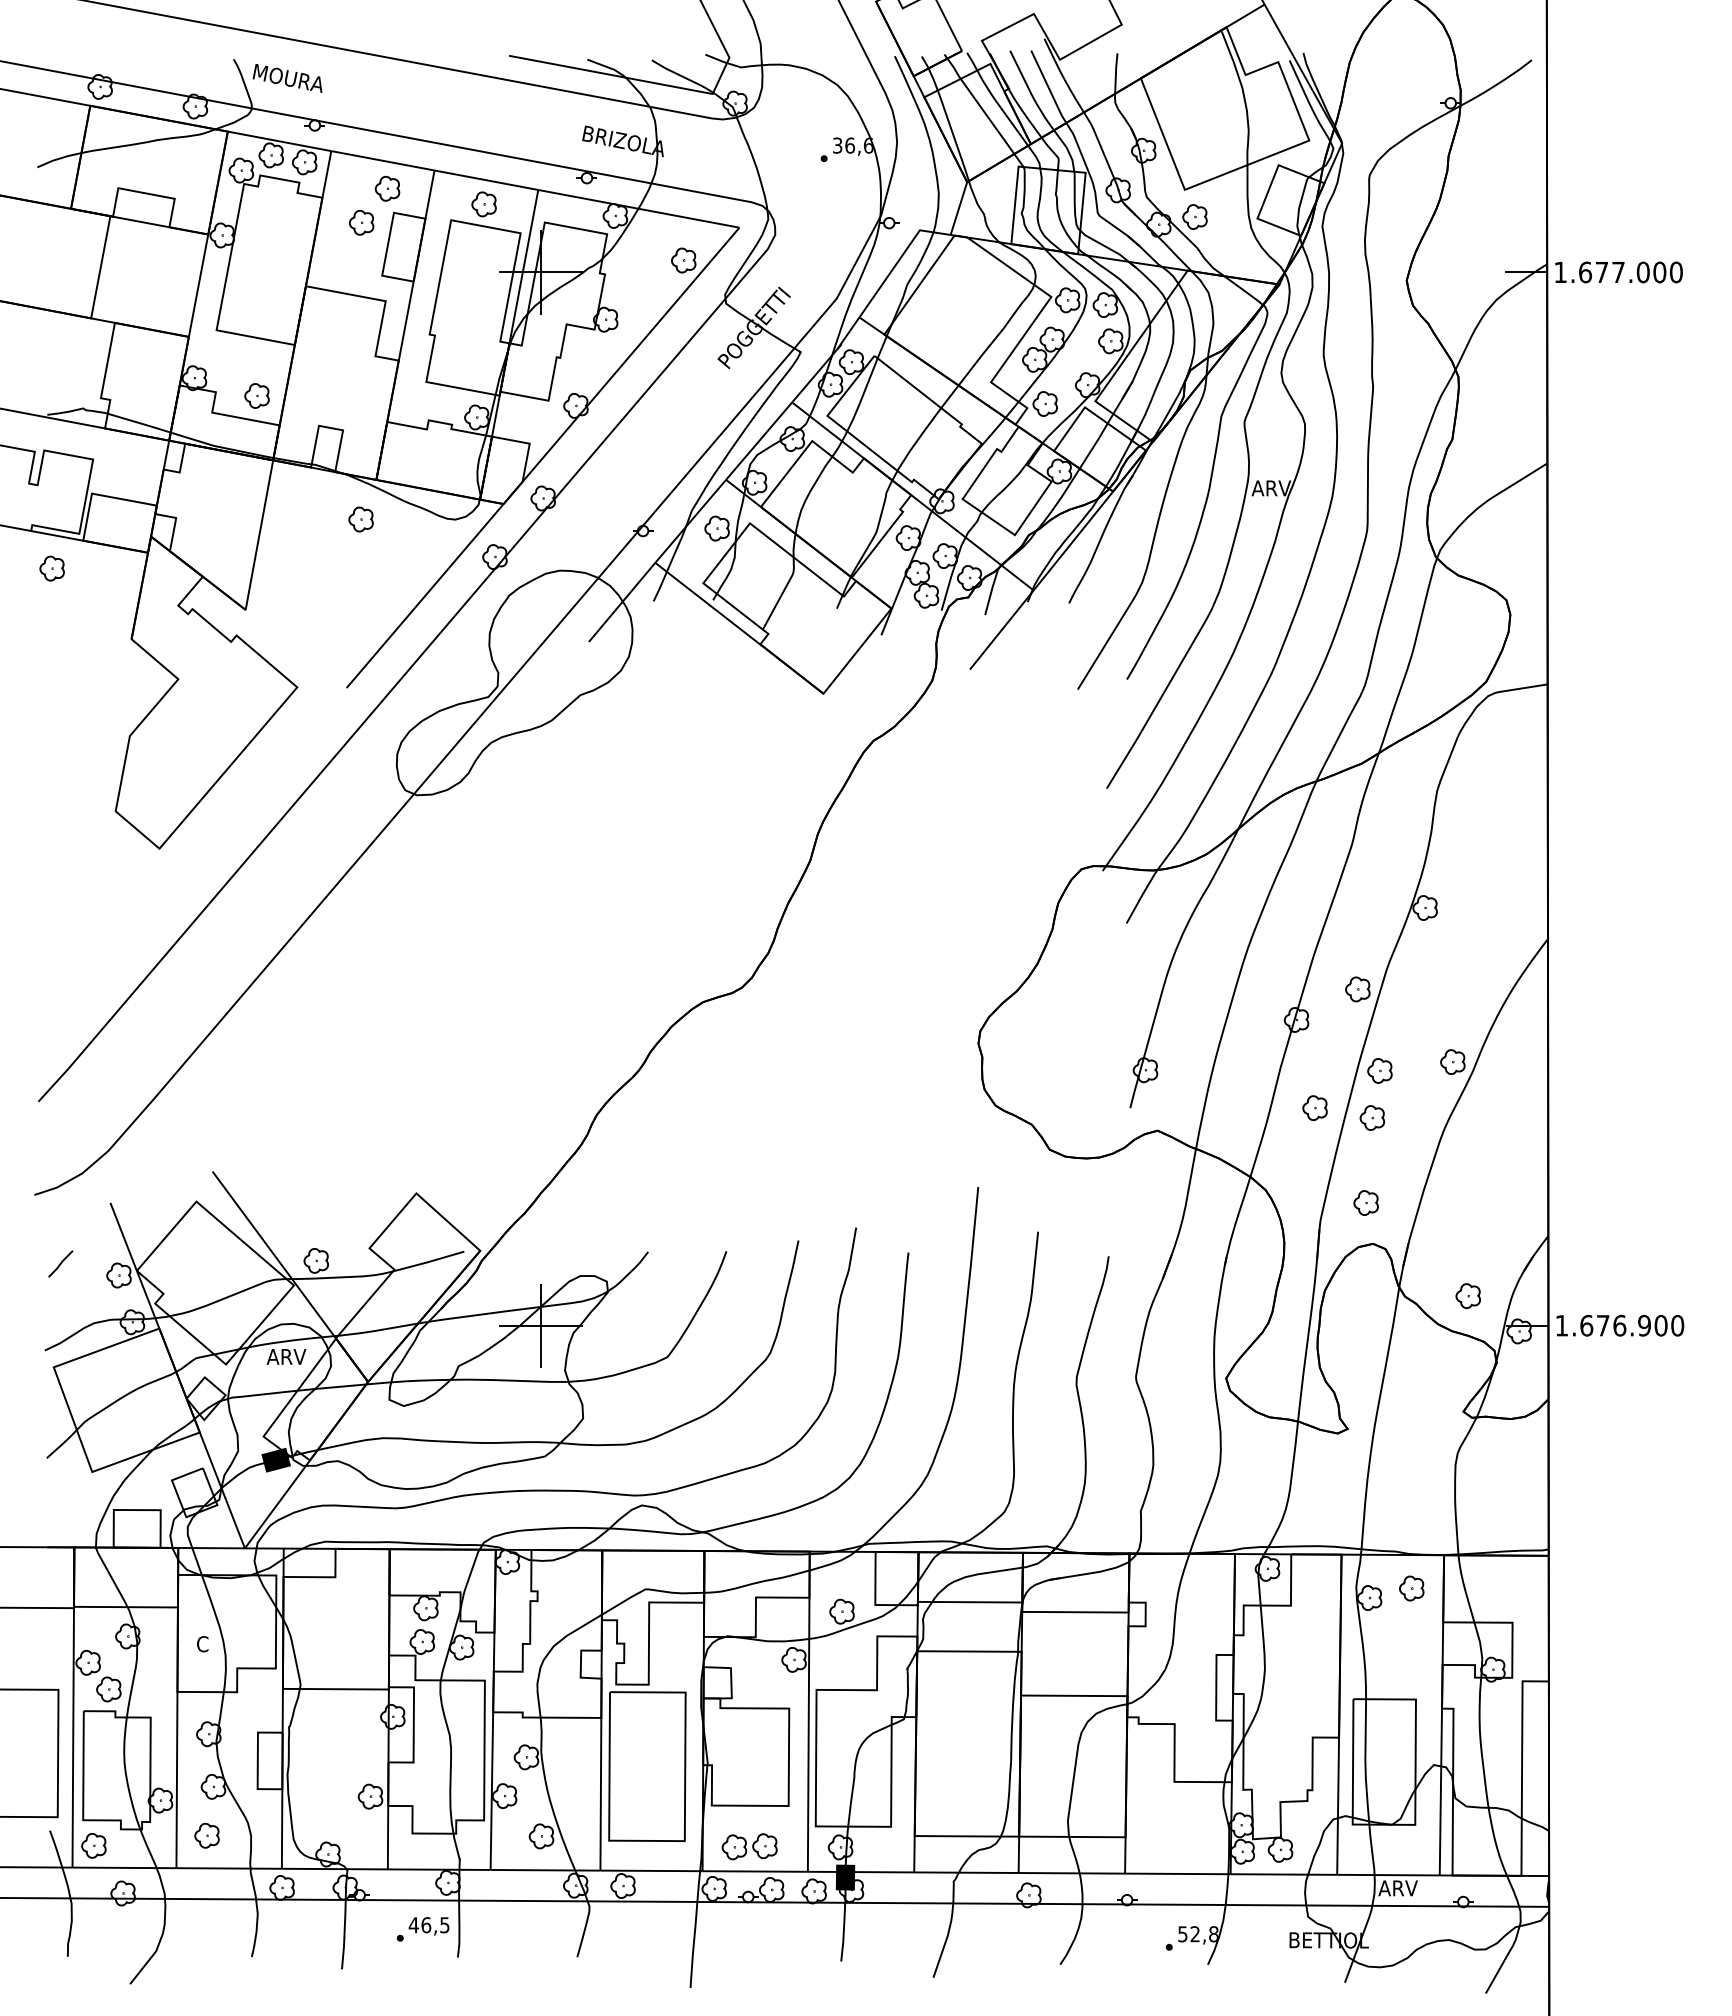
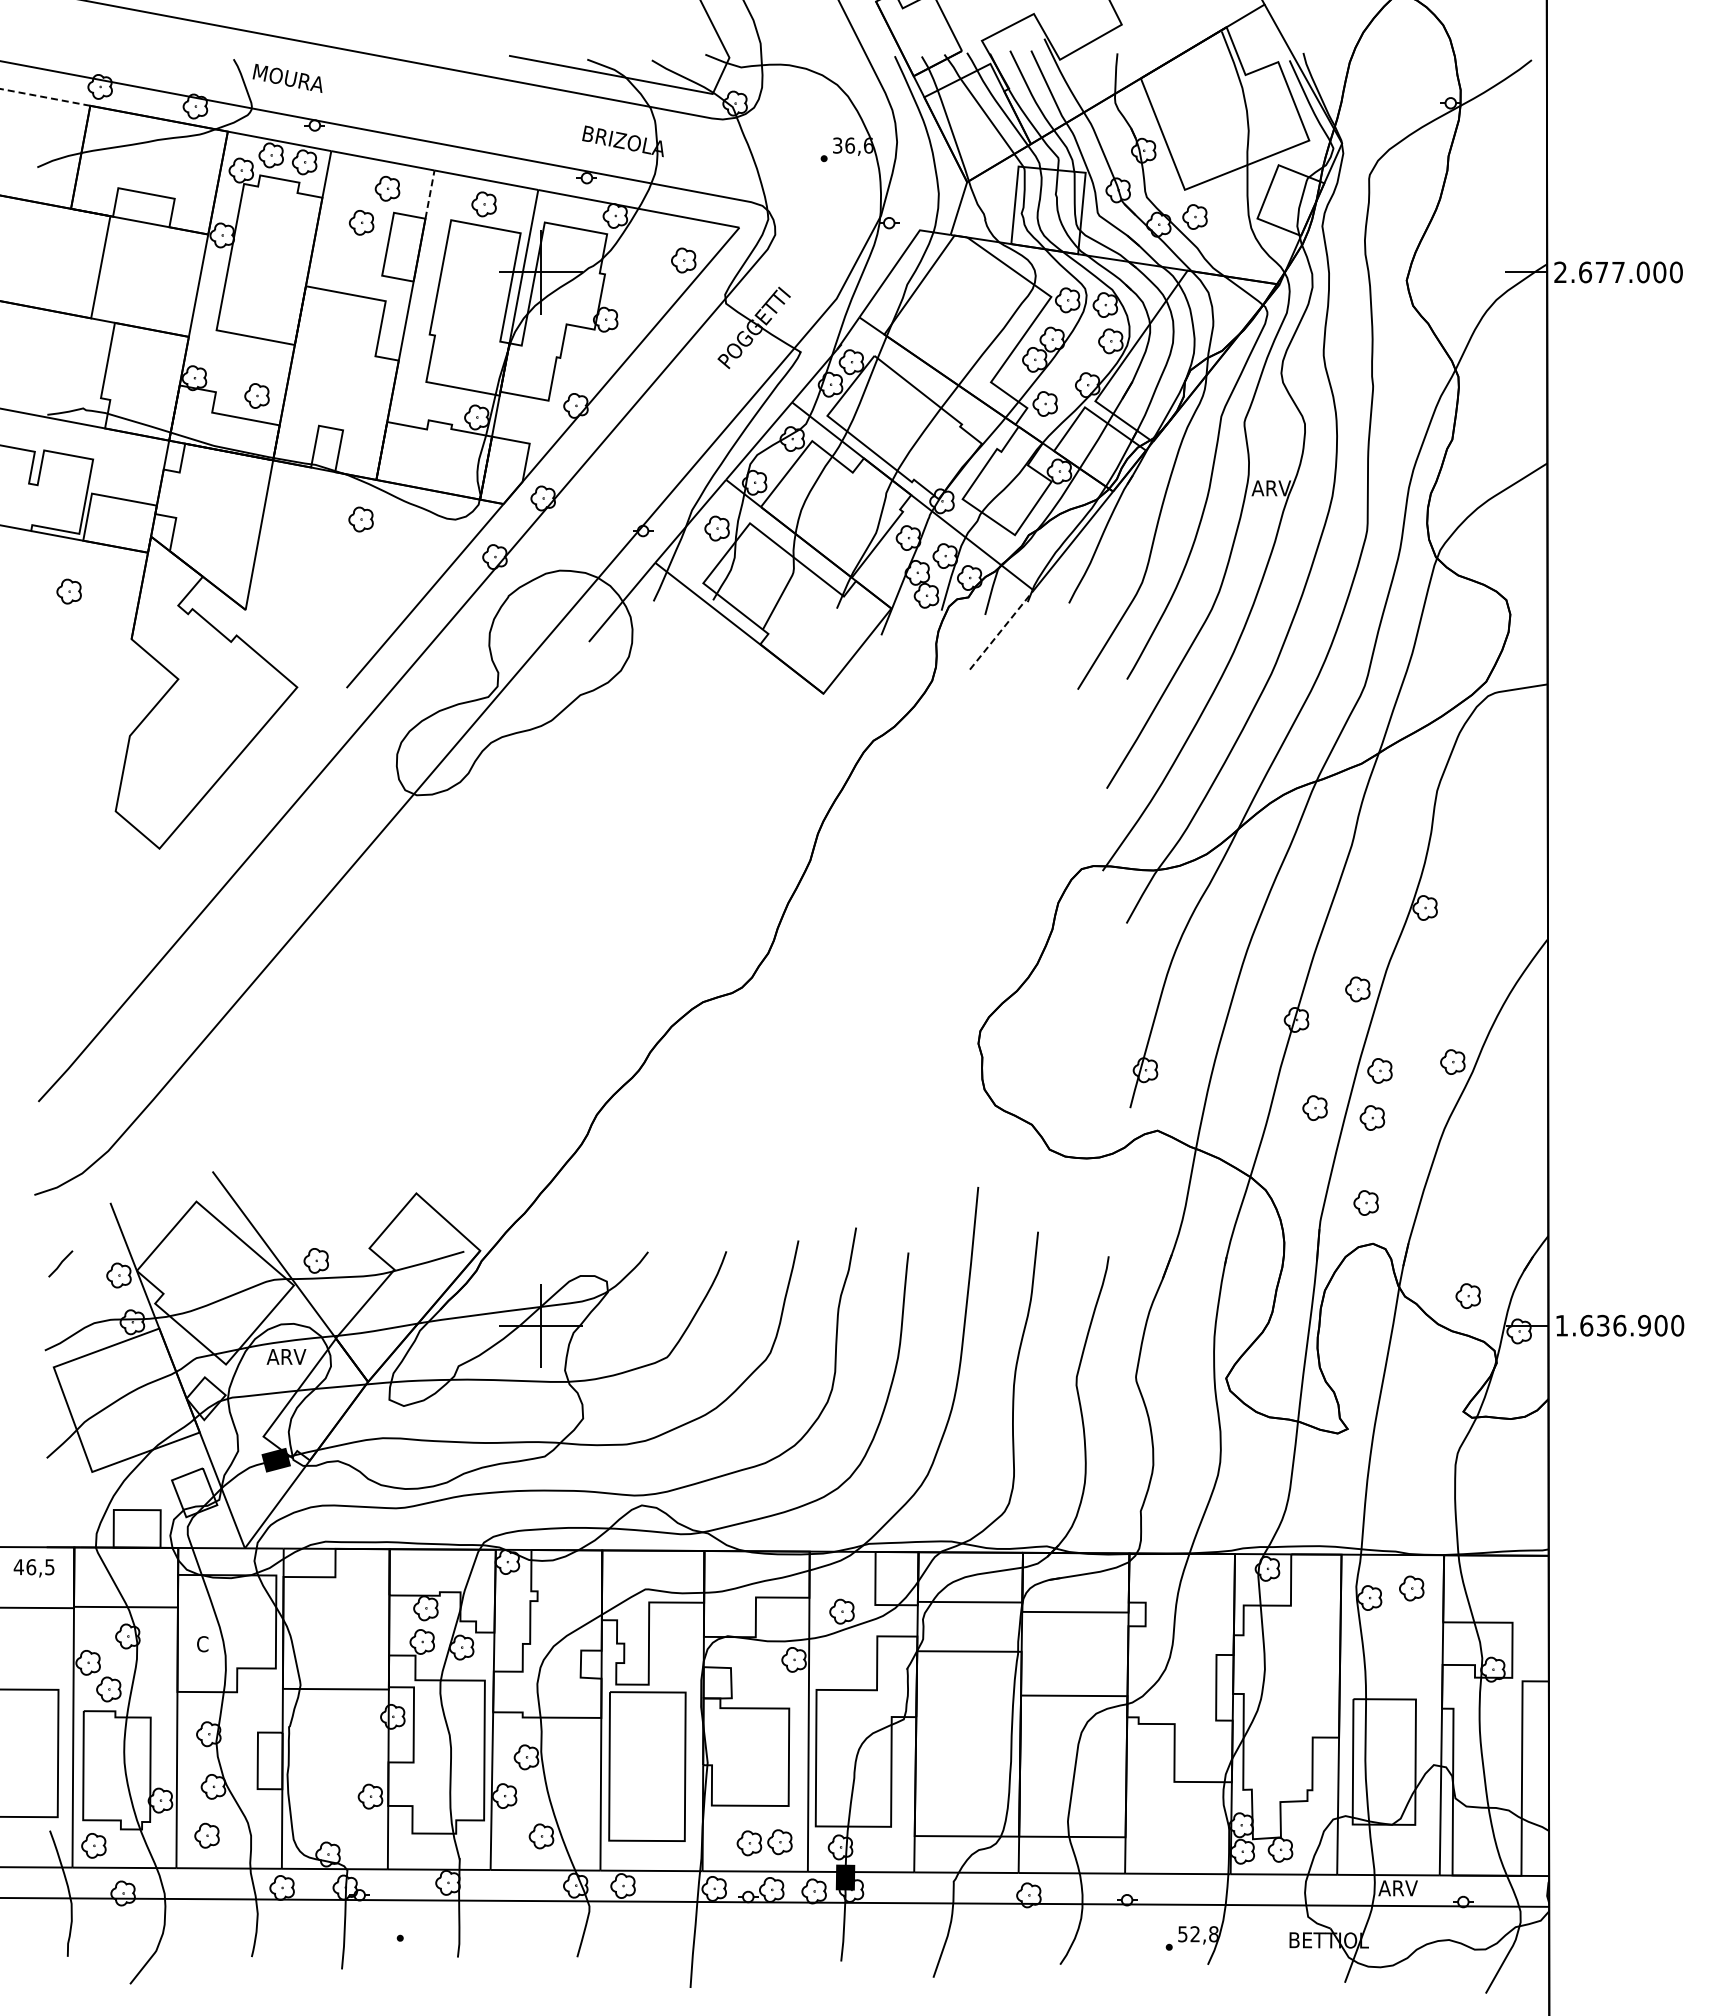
line at (45, 97): solid -> dashed
line at (430, 194): solid -> dashed
text at (1560, 271): 1.677.000 -> 2.677.000
part at (51, 568) position: (51, 568) -> (68, 591)
line at (1001, 630): solid -> dashed
text at (1603, 1325): 1.676.900 -> 1.636.900
part at (749, 1846) position: (749, 1846) -> (764, 1842)
text at (428, 1926) position: (428, 1926) -> (33, 1568)
